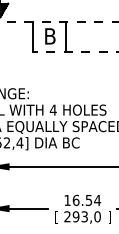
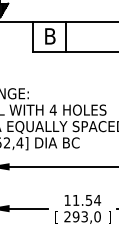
line at (59, 21): dashed -> solid
line at (76, 51): dashed -> solid
text at (75, 199): 16.54 -> 11.54
